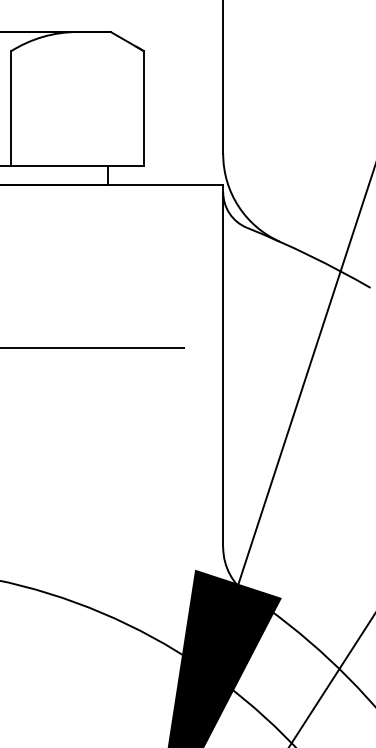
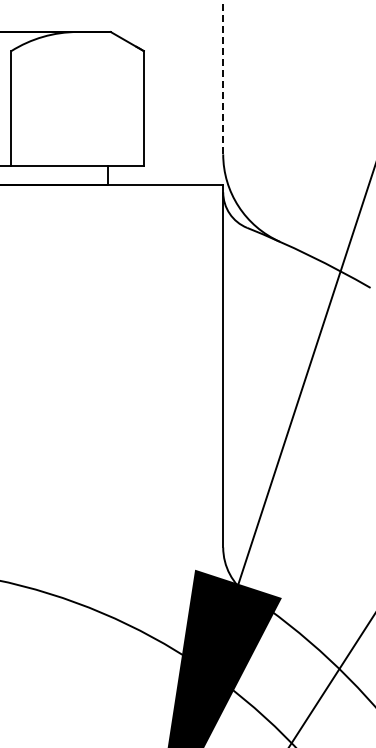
line at (223, 77): solid -> dashed
line at (93, 347): present -> none
